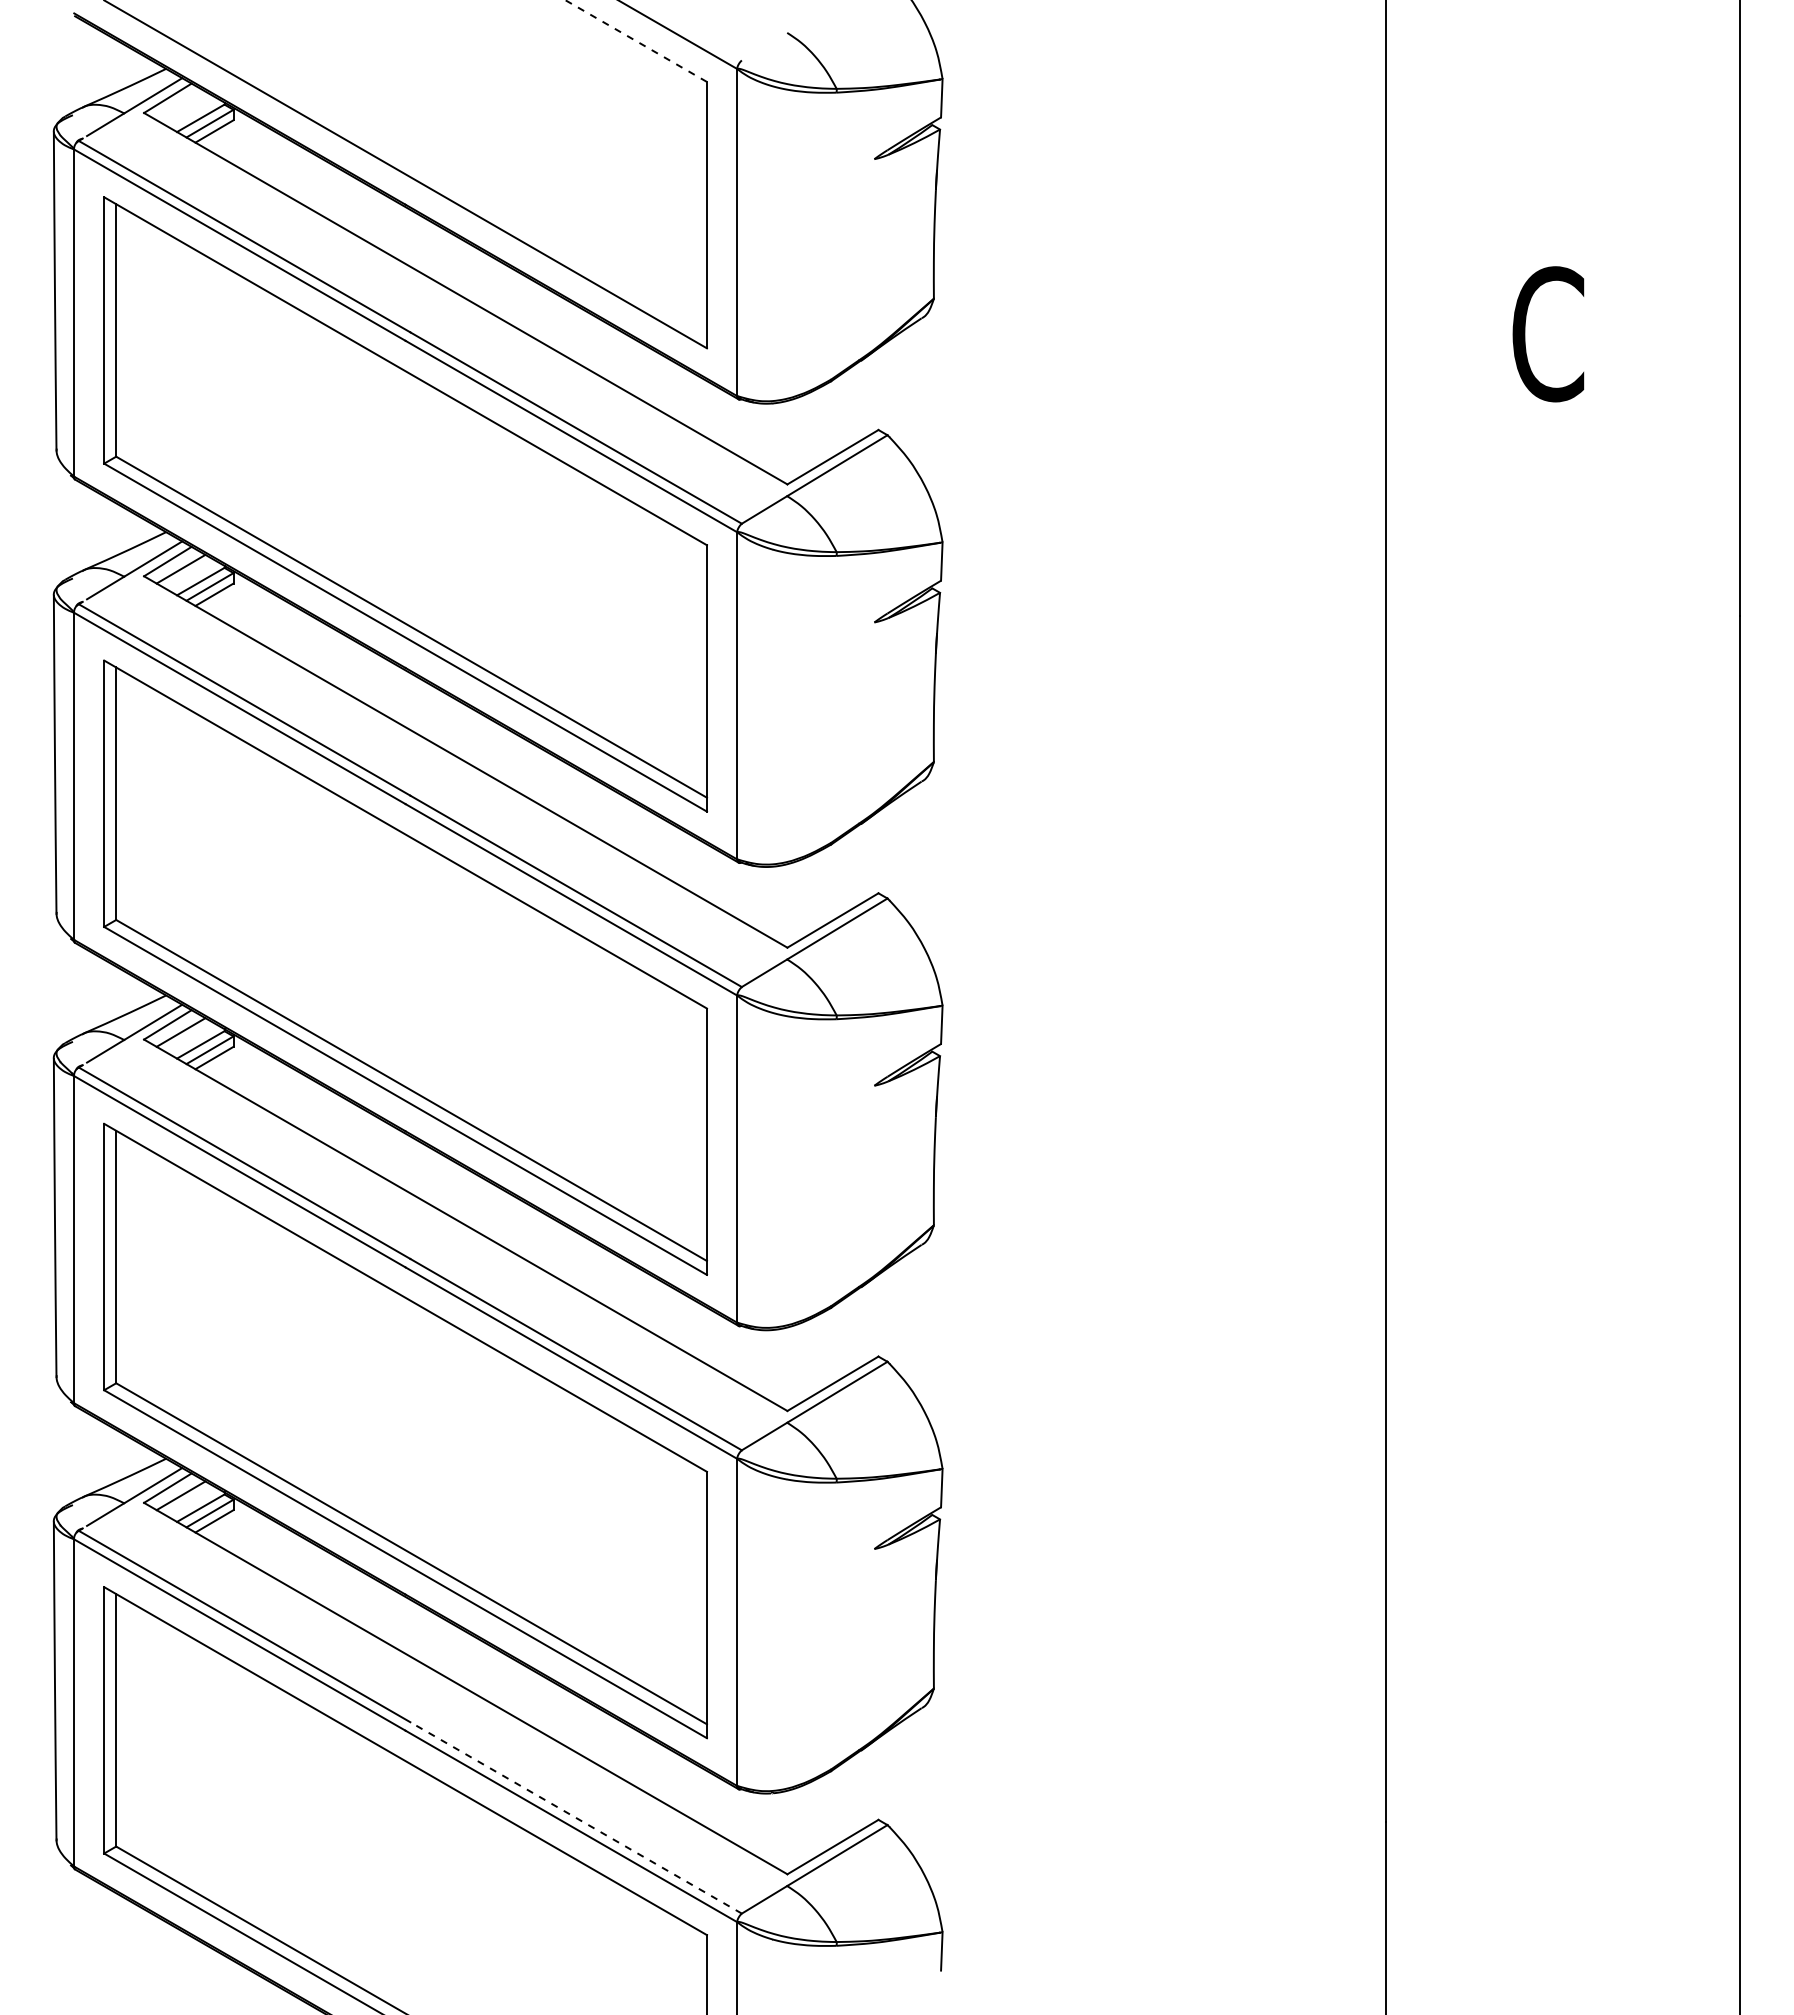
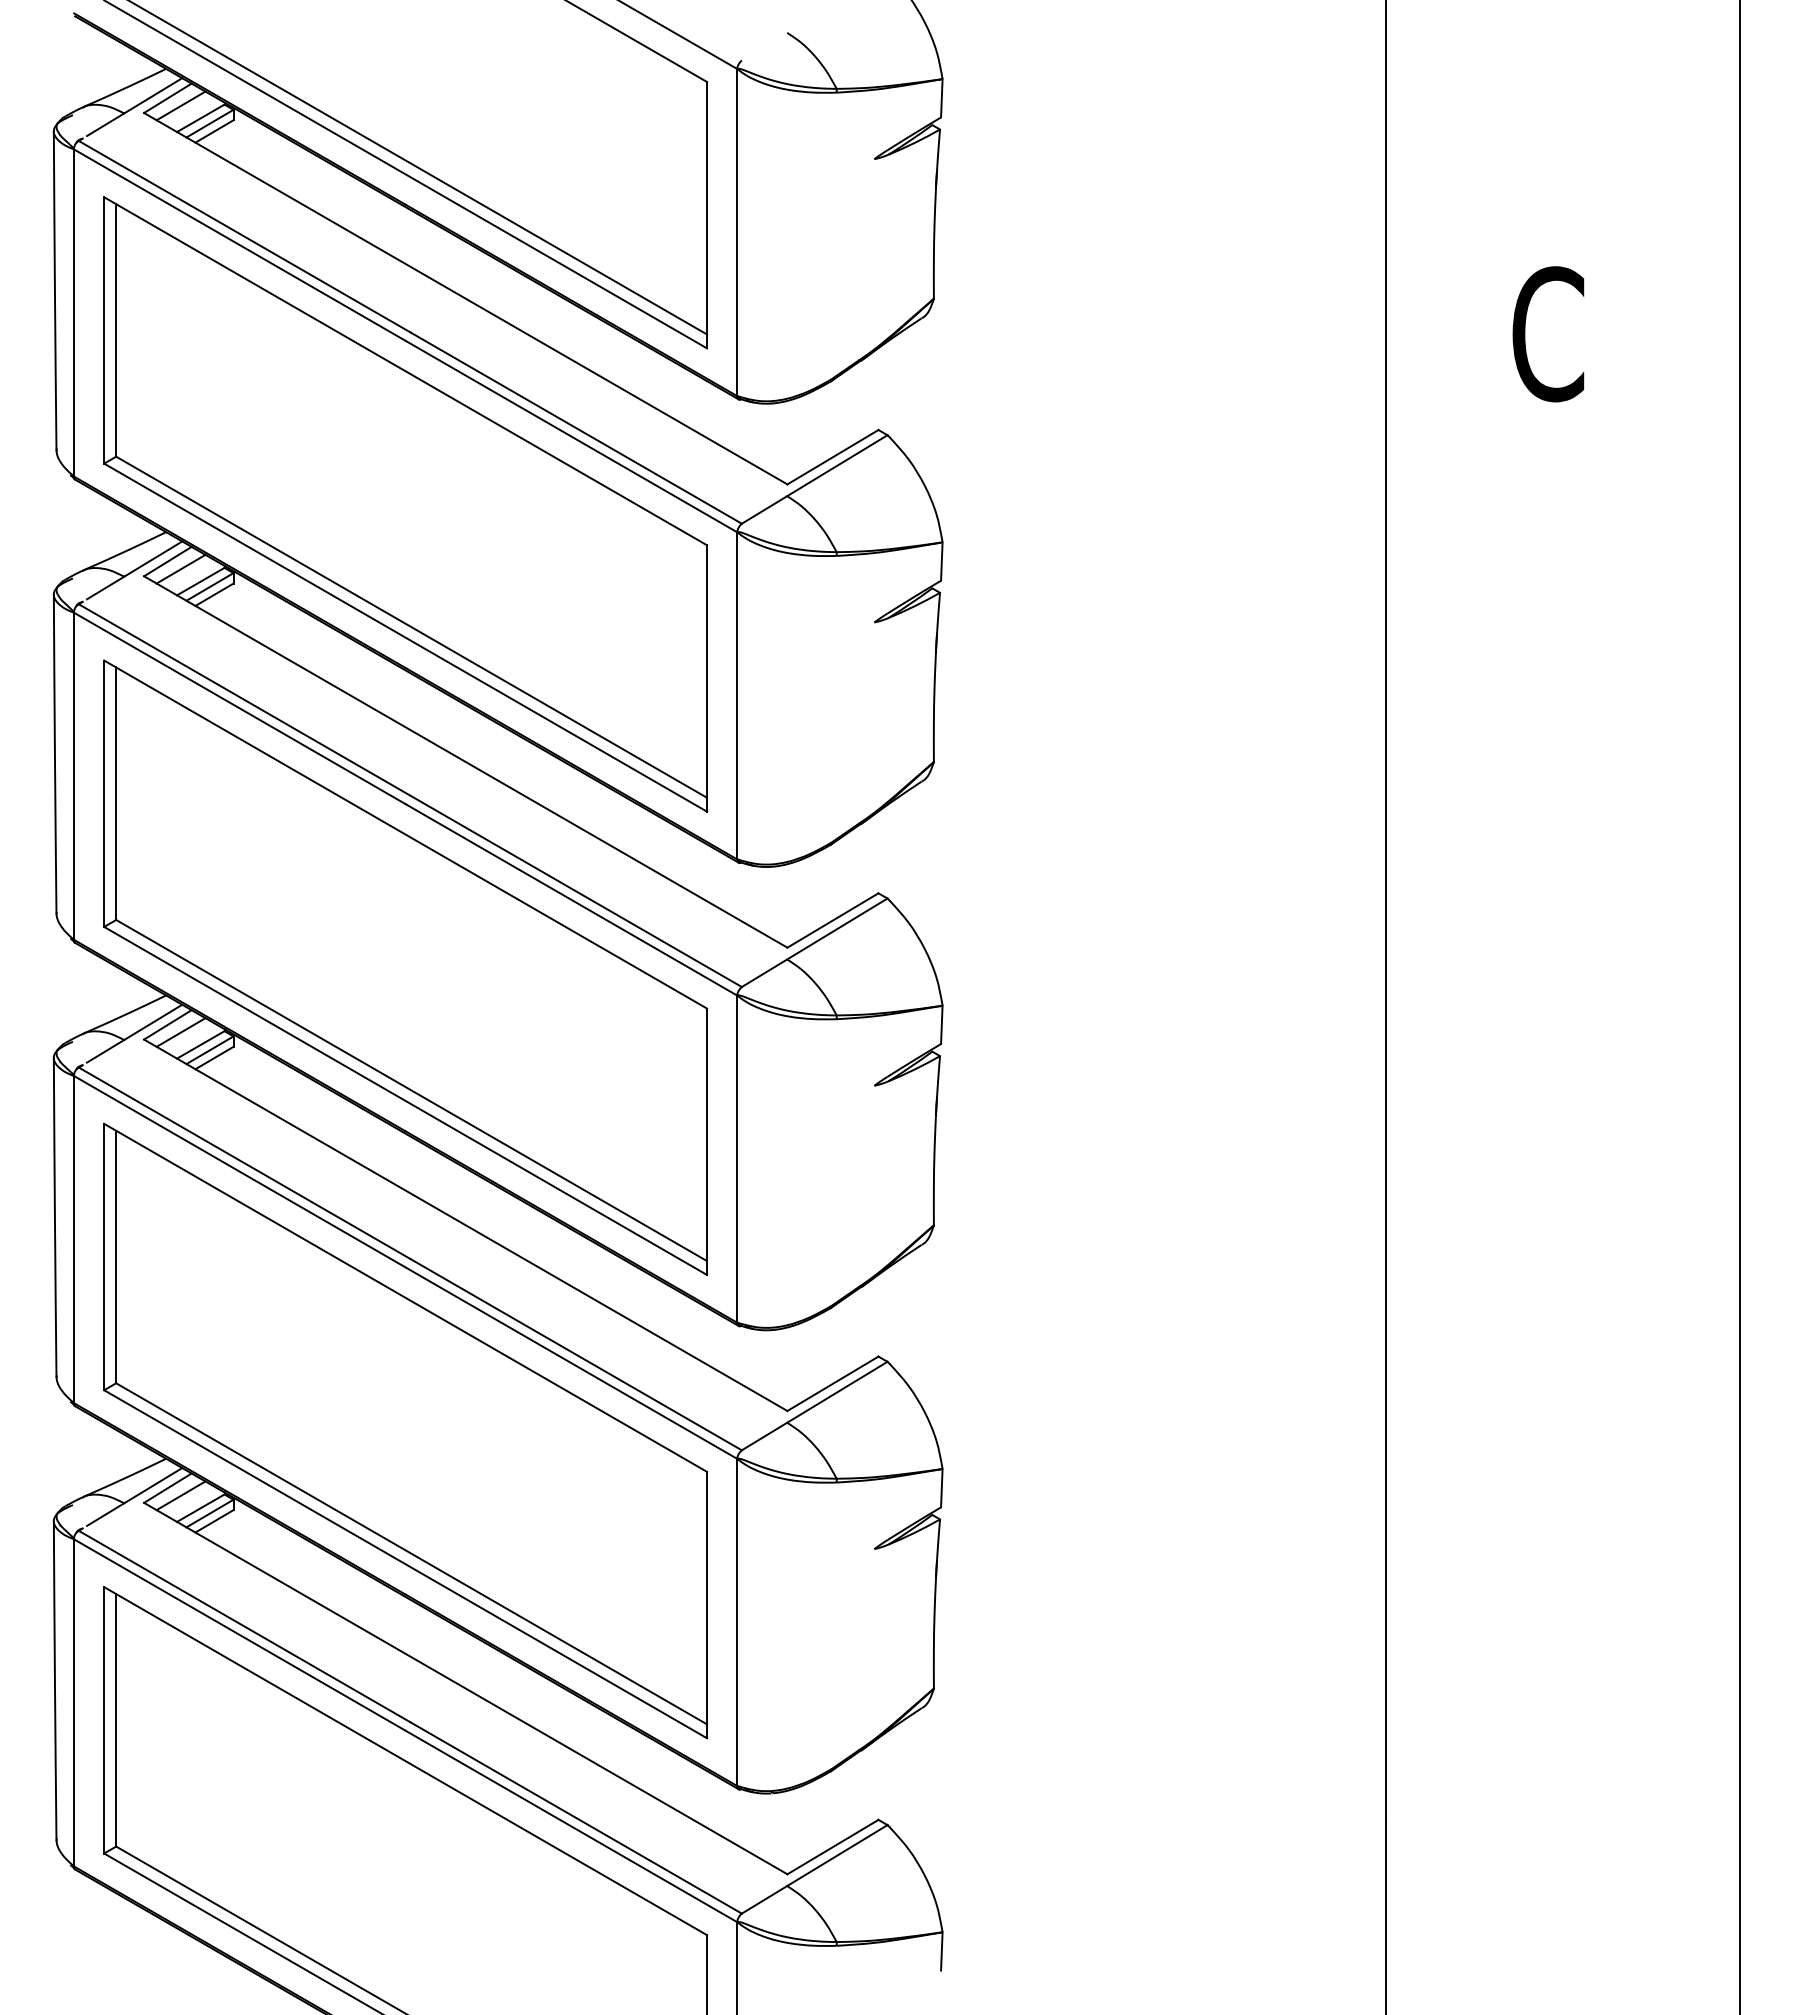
line at (636, 41): dashed -> solid
line at (180, 105): none -> present
line at (418, 168): none -> present
line at (575, 1817): dashed -> solid
